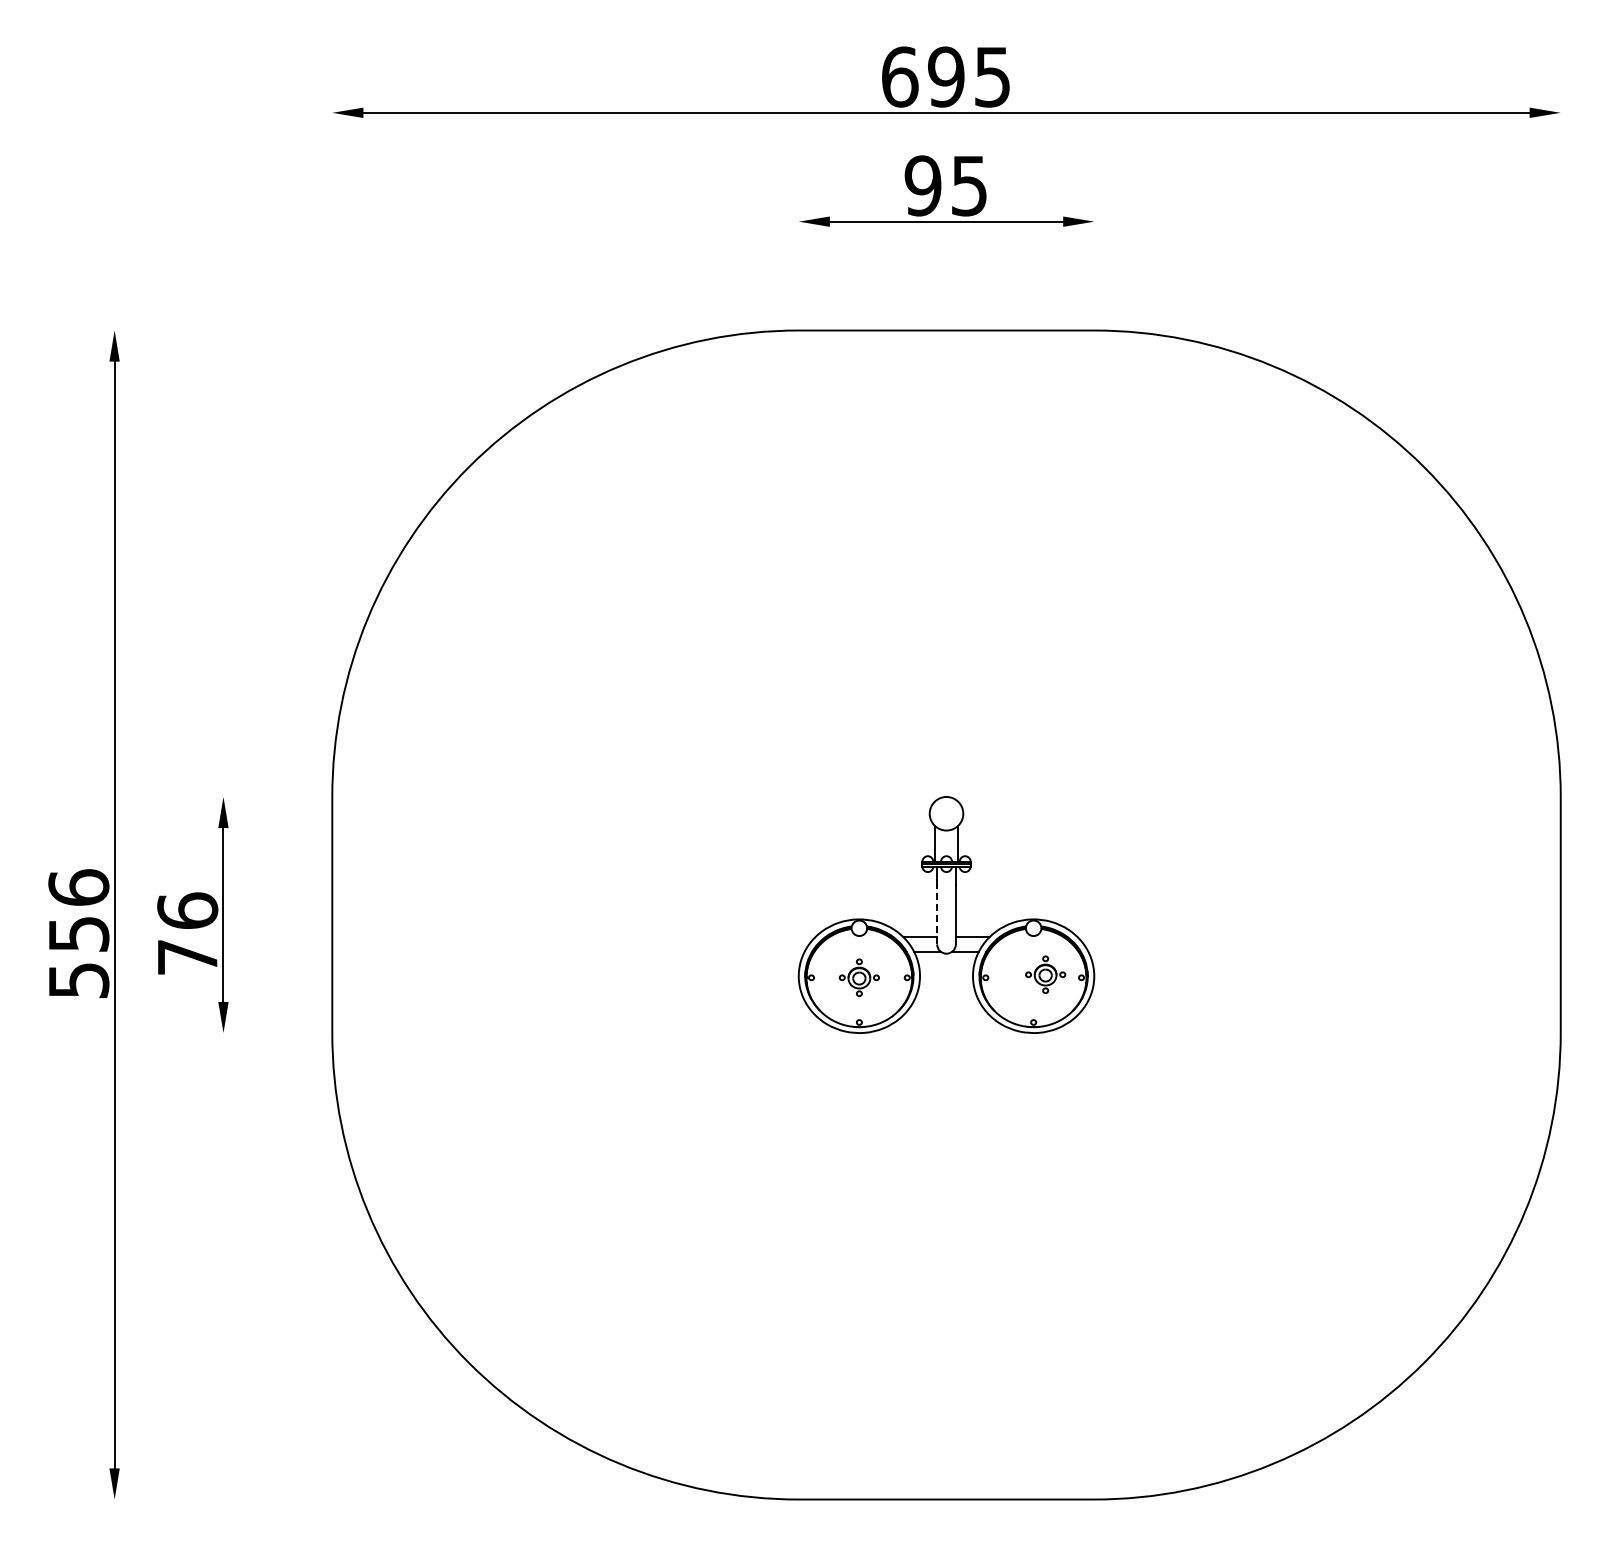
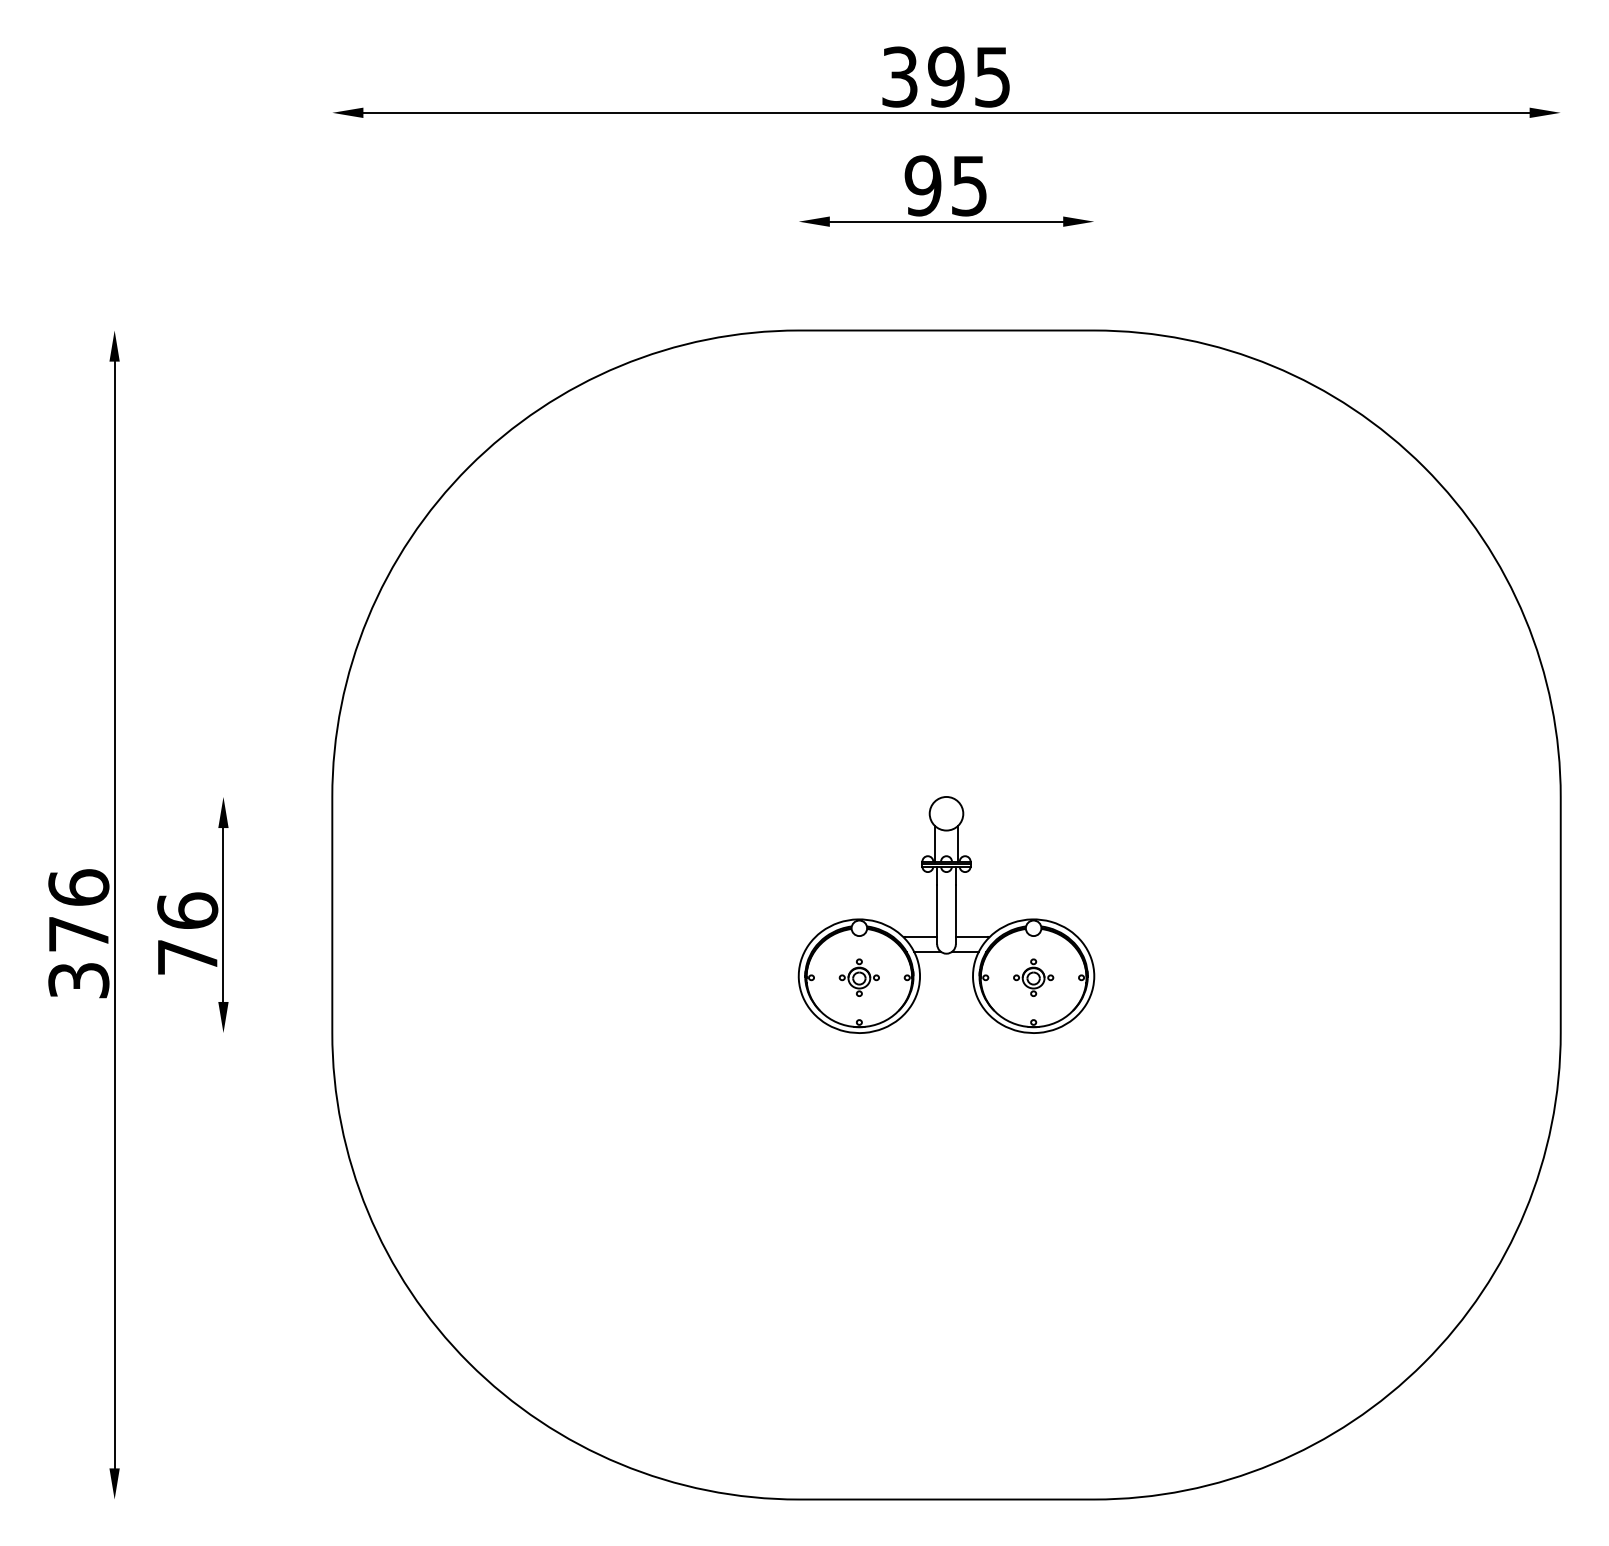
text at (900, 76): 695 -> 395
line at (937, 914): dashed -> solid
text at (78, 957): 556 -> 376
part at (1045, 974) position: (1045, 974) -> (1033, 977)
